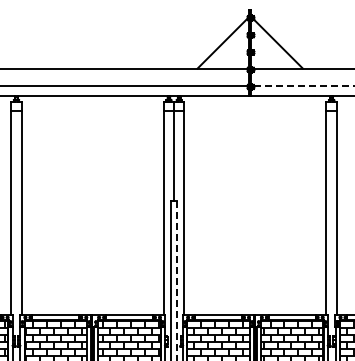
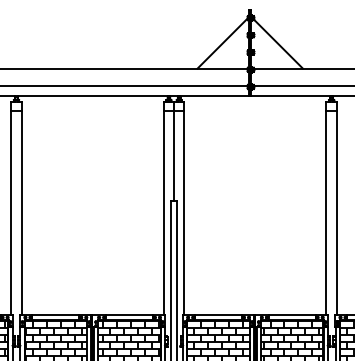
line at (303, 85): dashed -> solid
line at (176, 281): dashed -> solid
